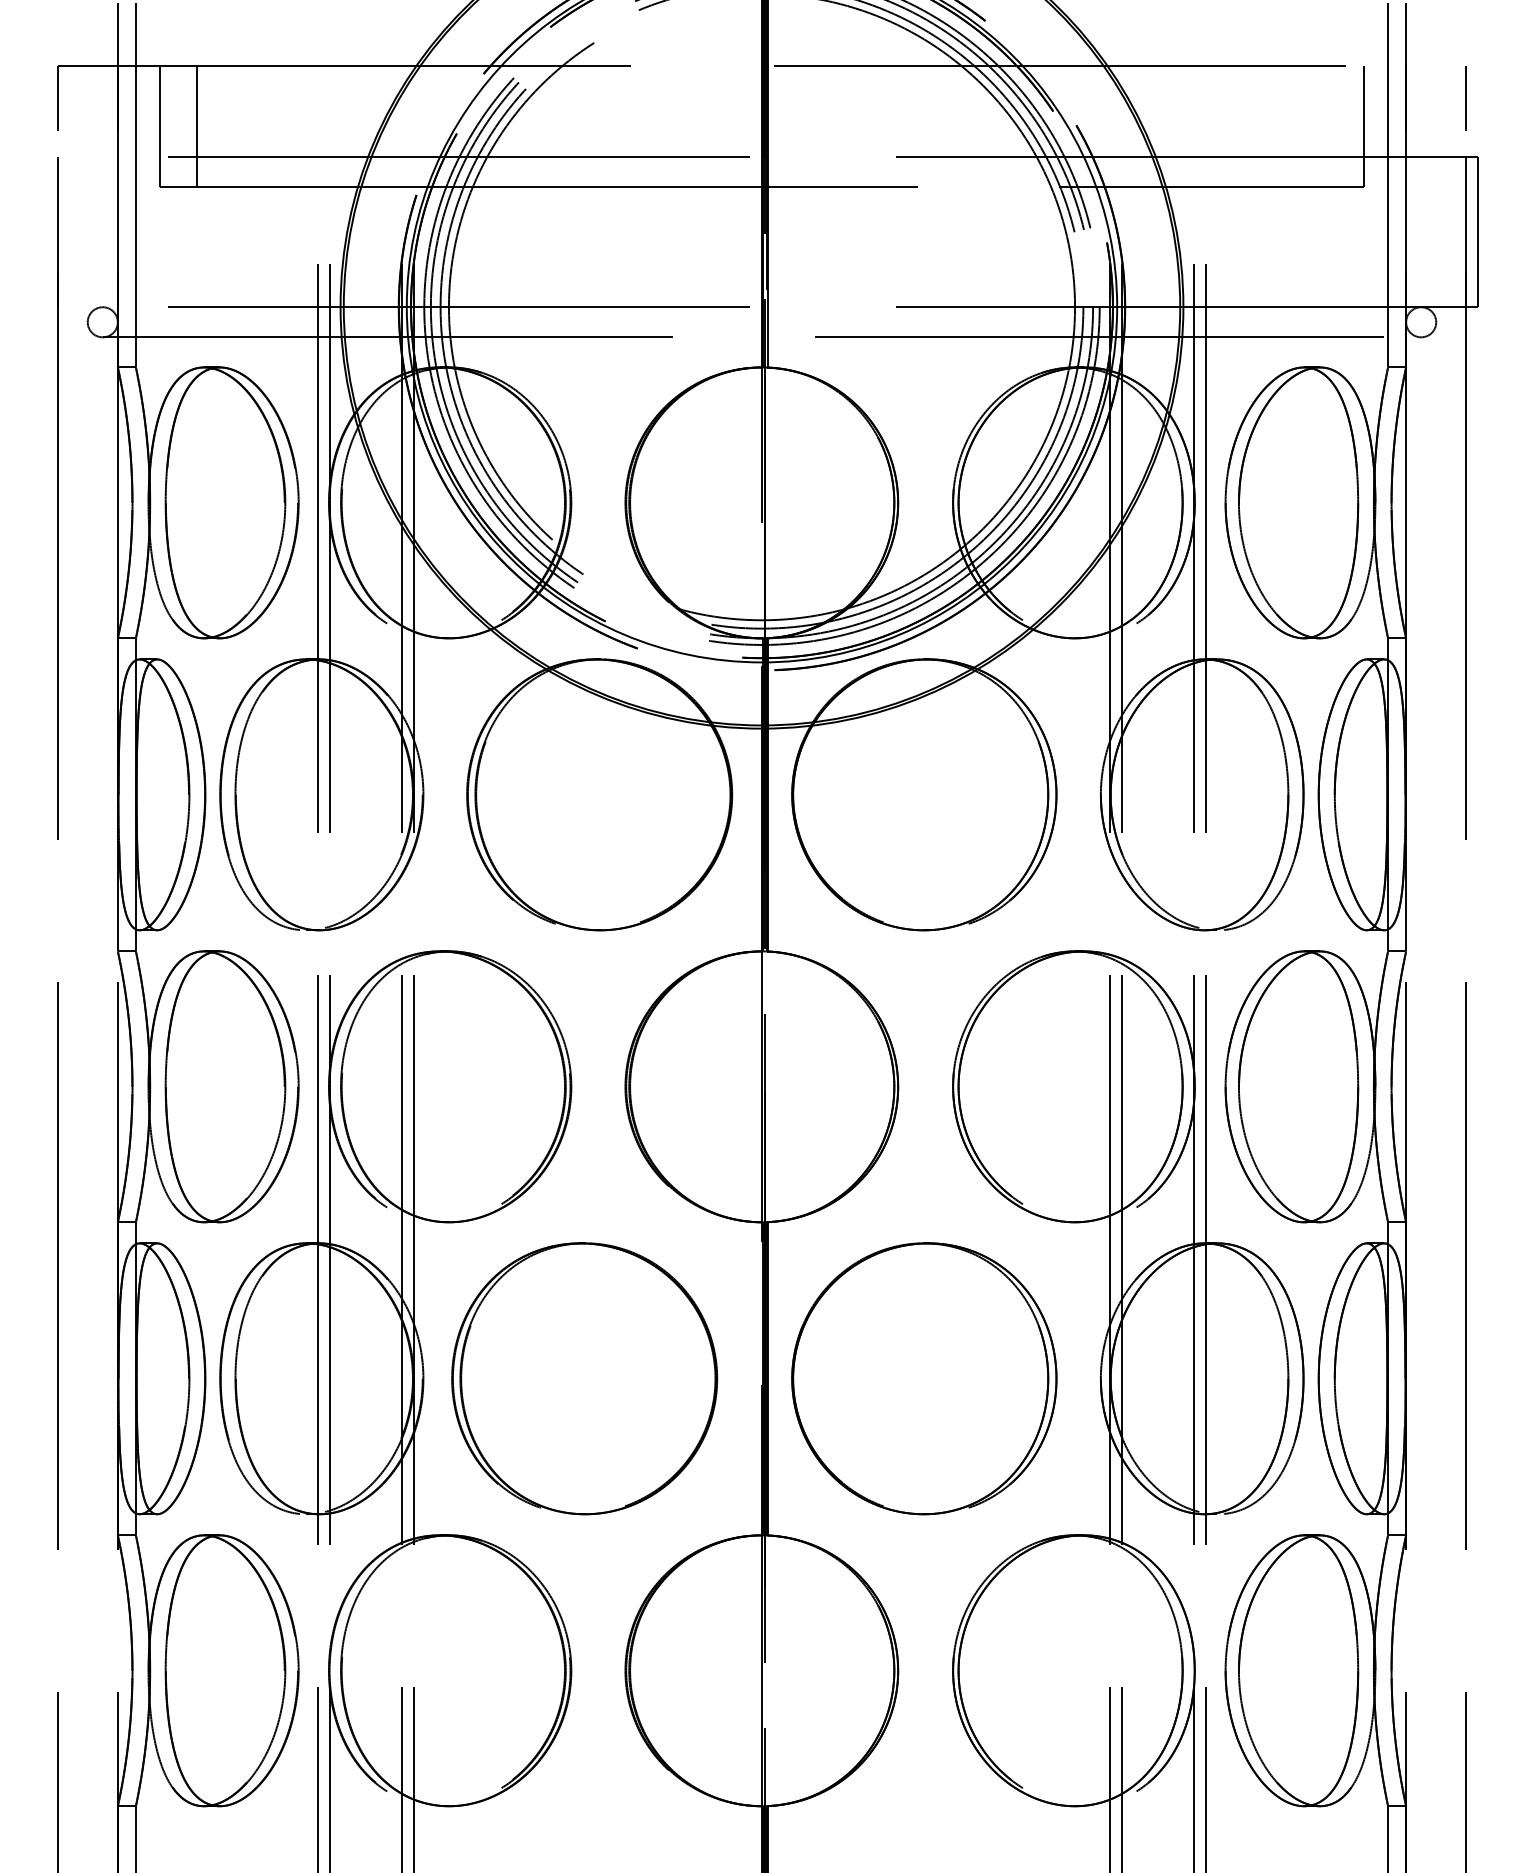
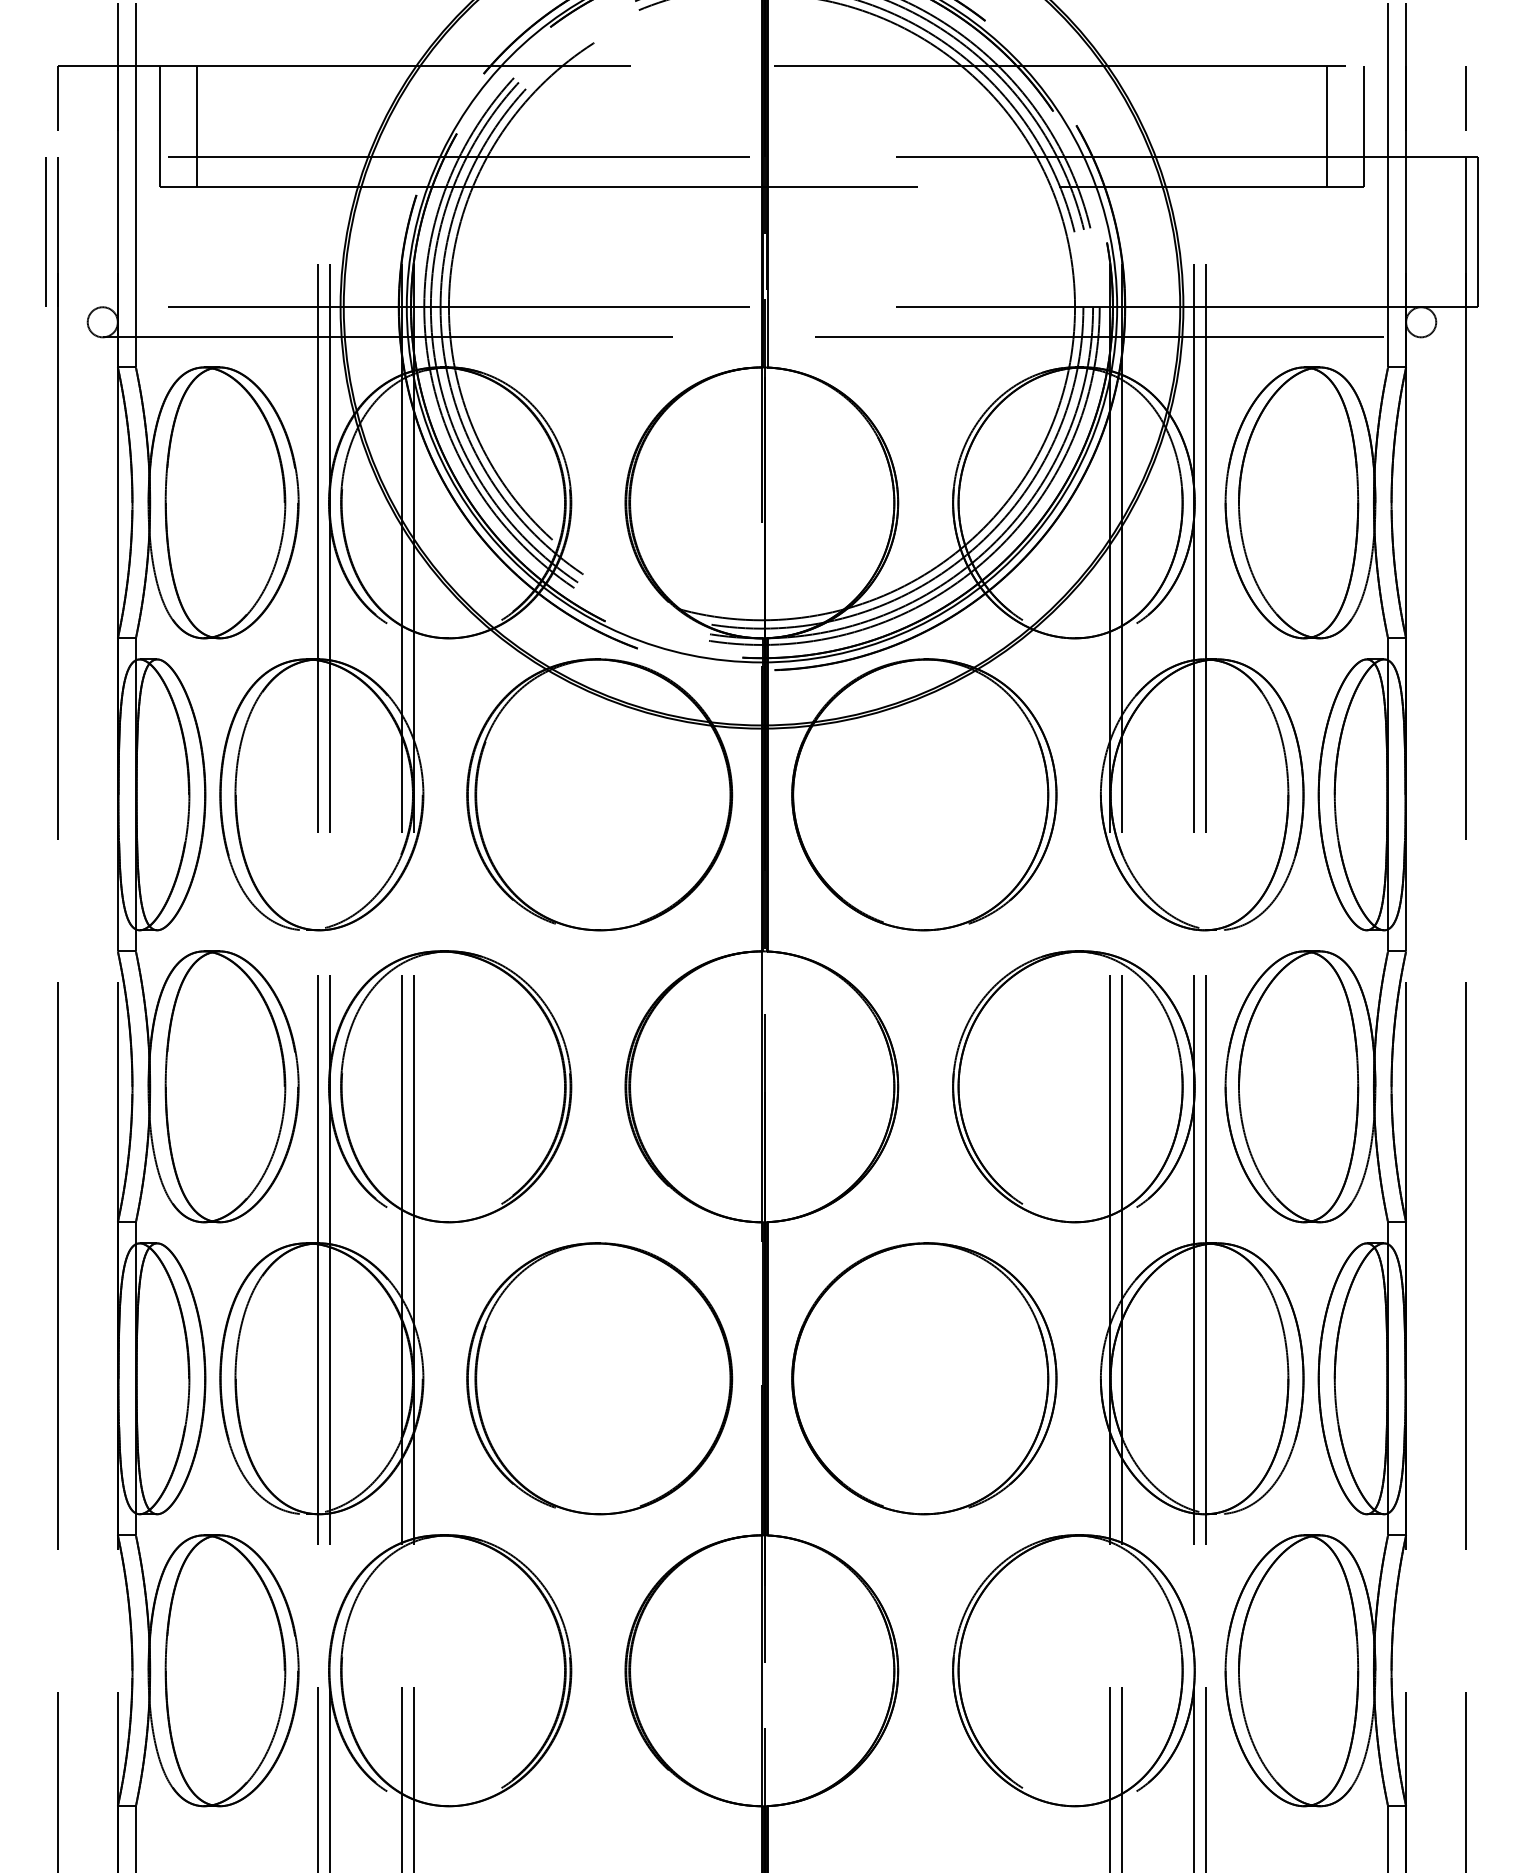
line at (1326, 126): none -> present
line at (45, 231): none -> present
part at (584, 1378) position: (584, 1378) -> (599, 1378)
